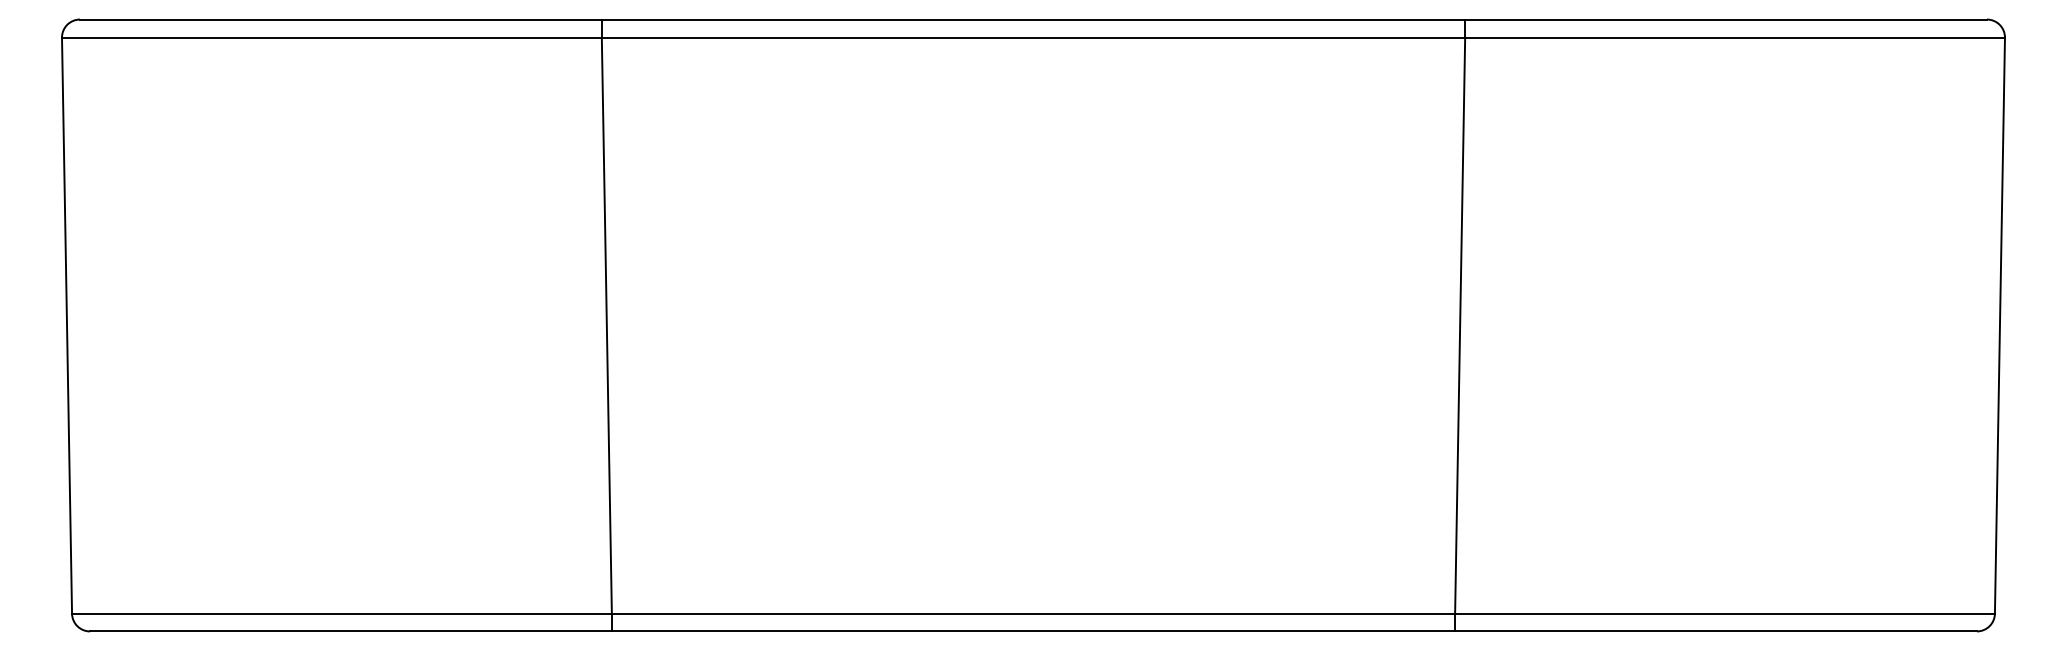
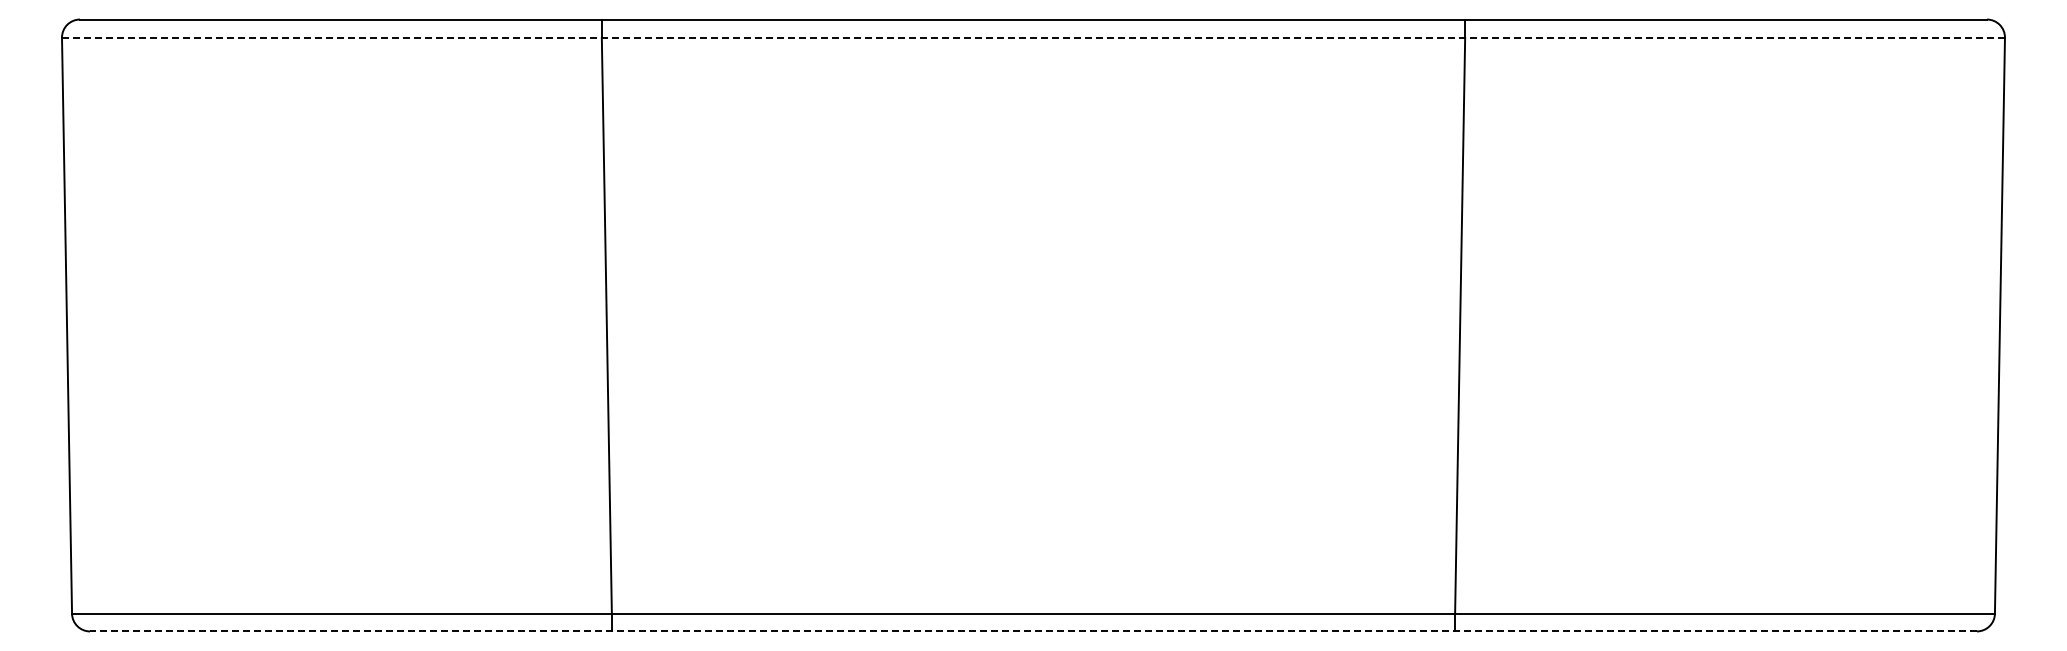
line at (1033, 37): solid -> dashed
line at (1033, 631): solid -> dashed
